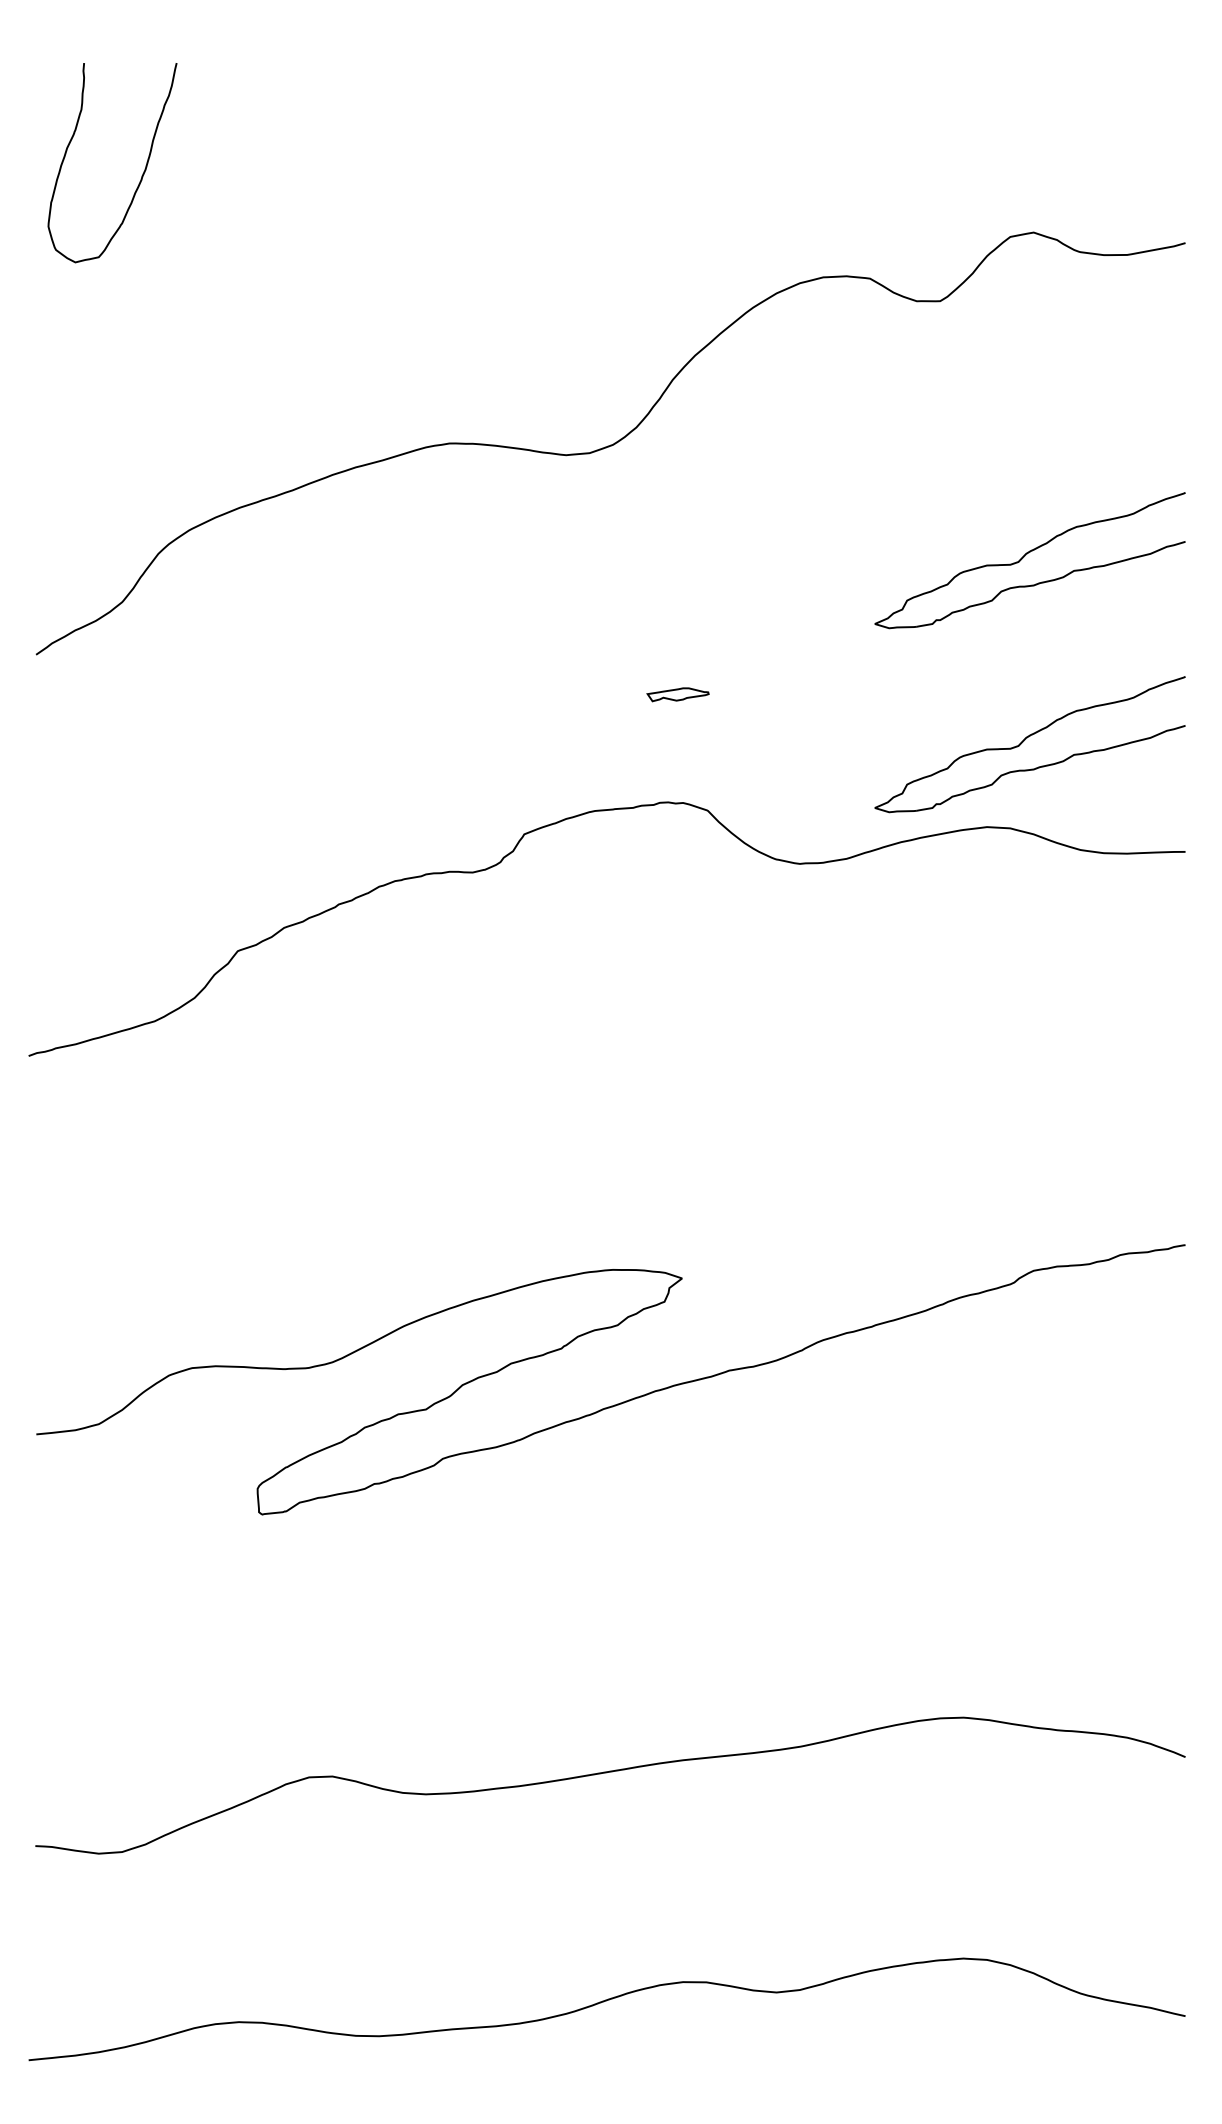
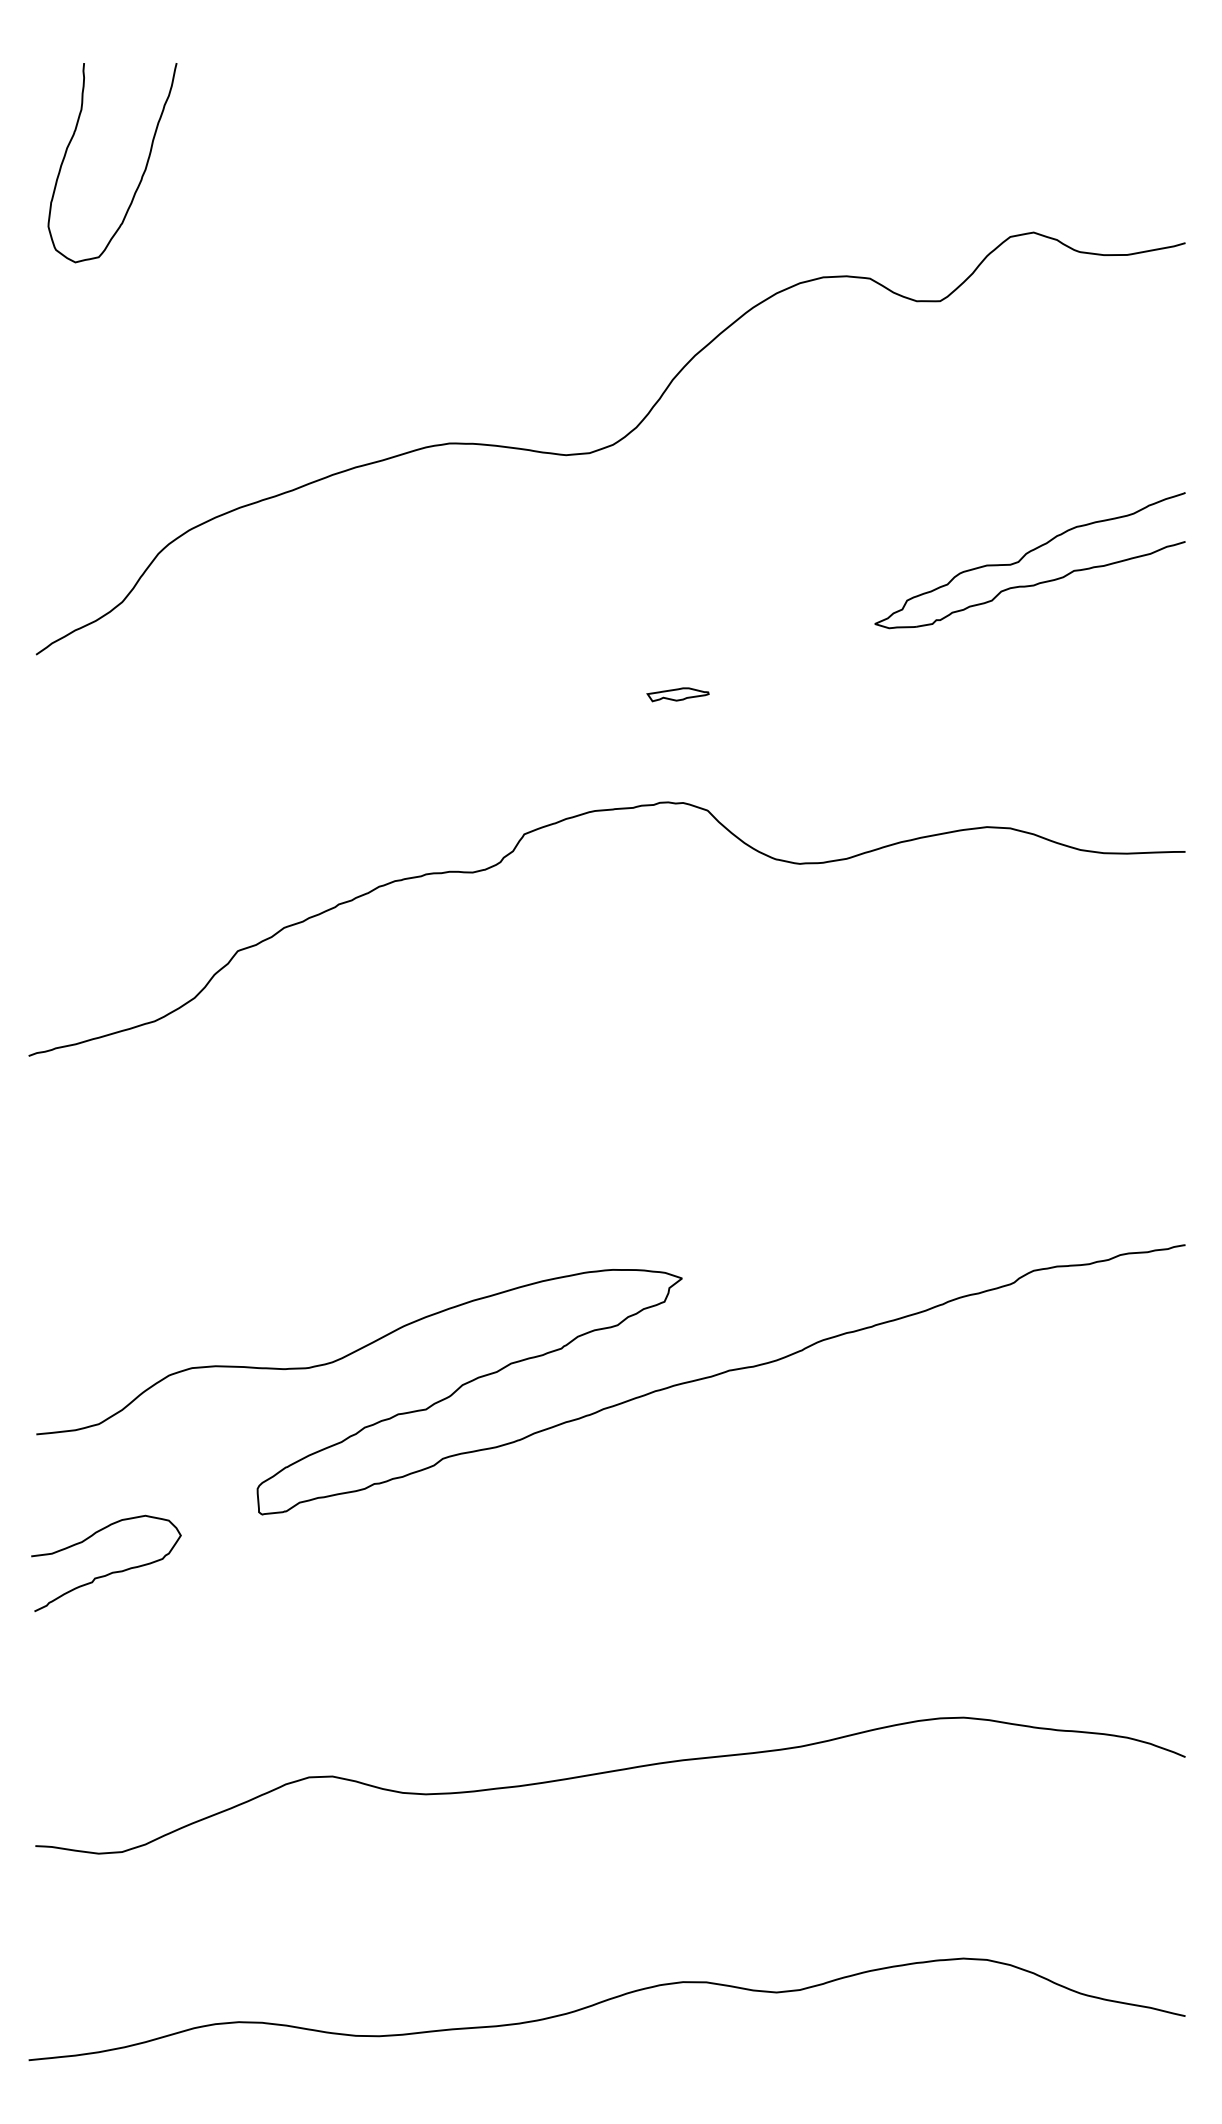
part at (1029, 744): present -> none
curve at (110, 1572): none -> present
